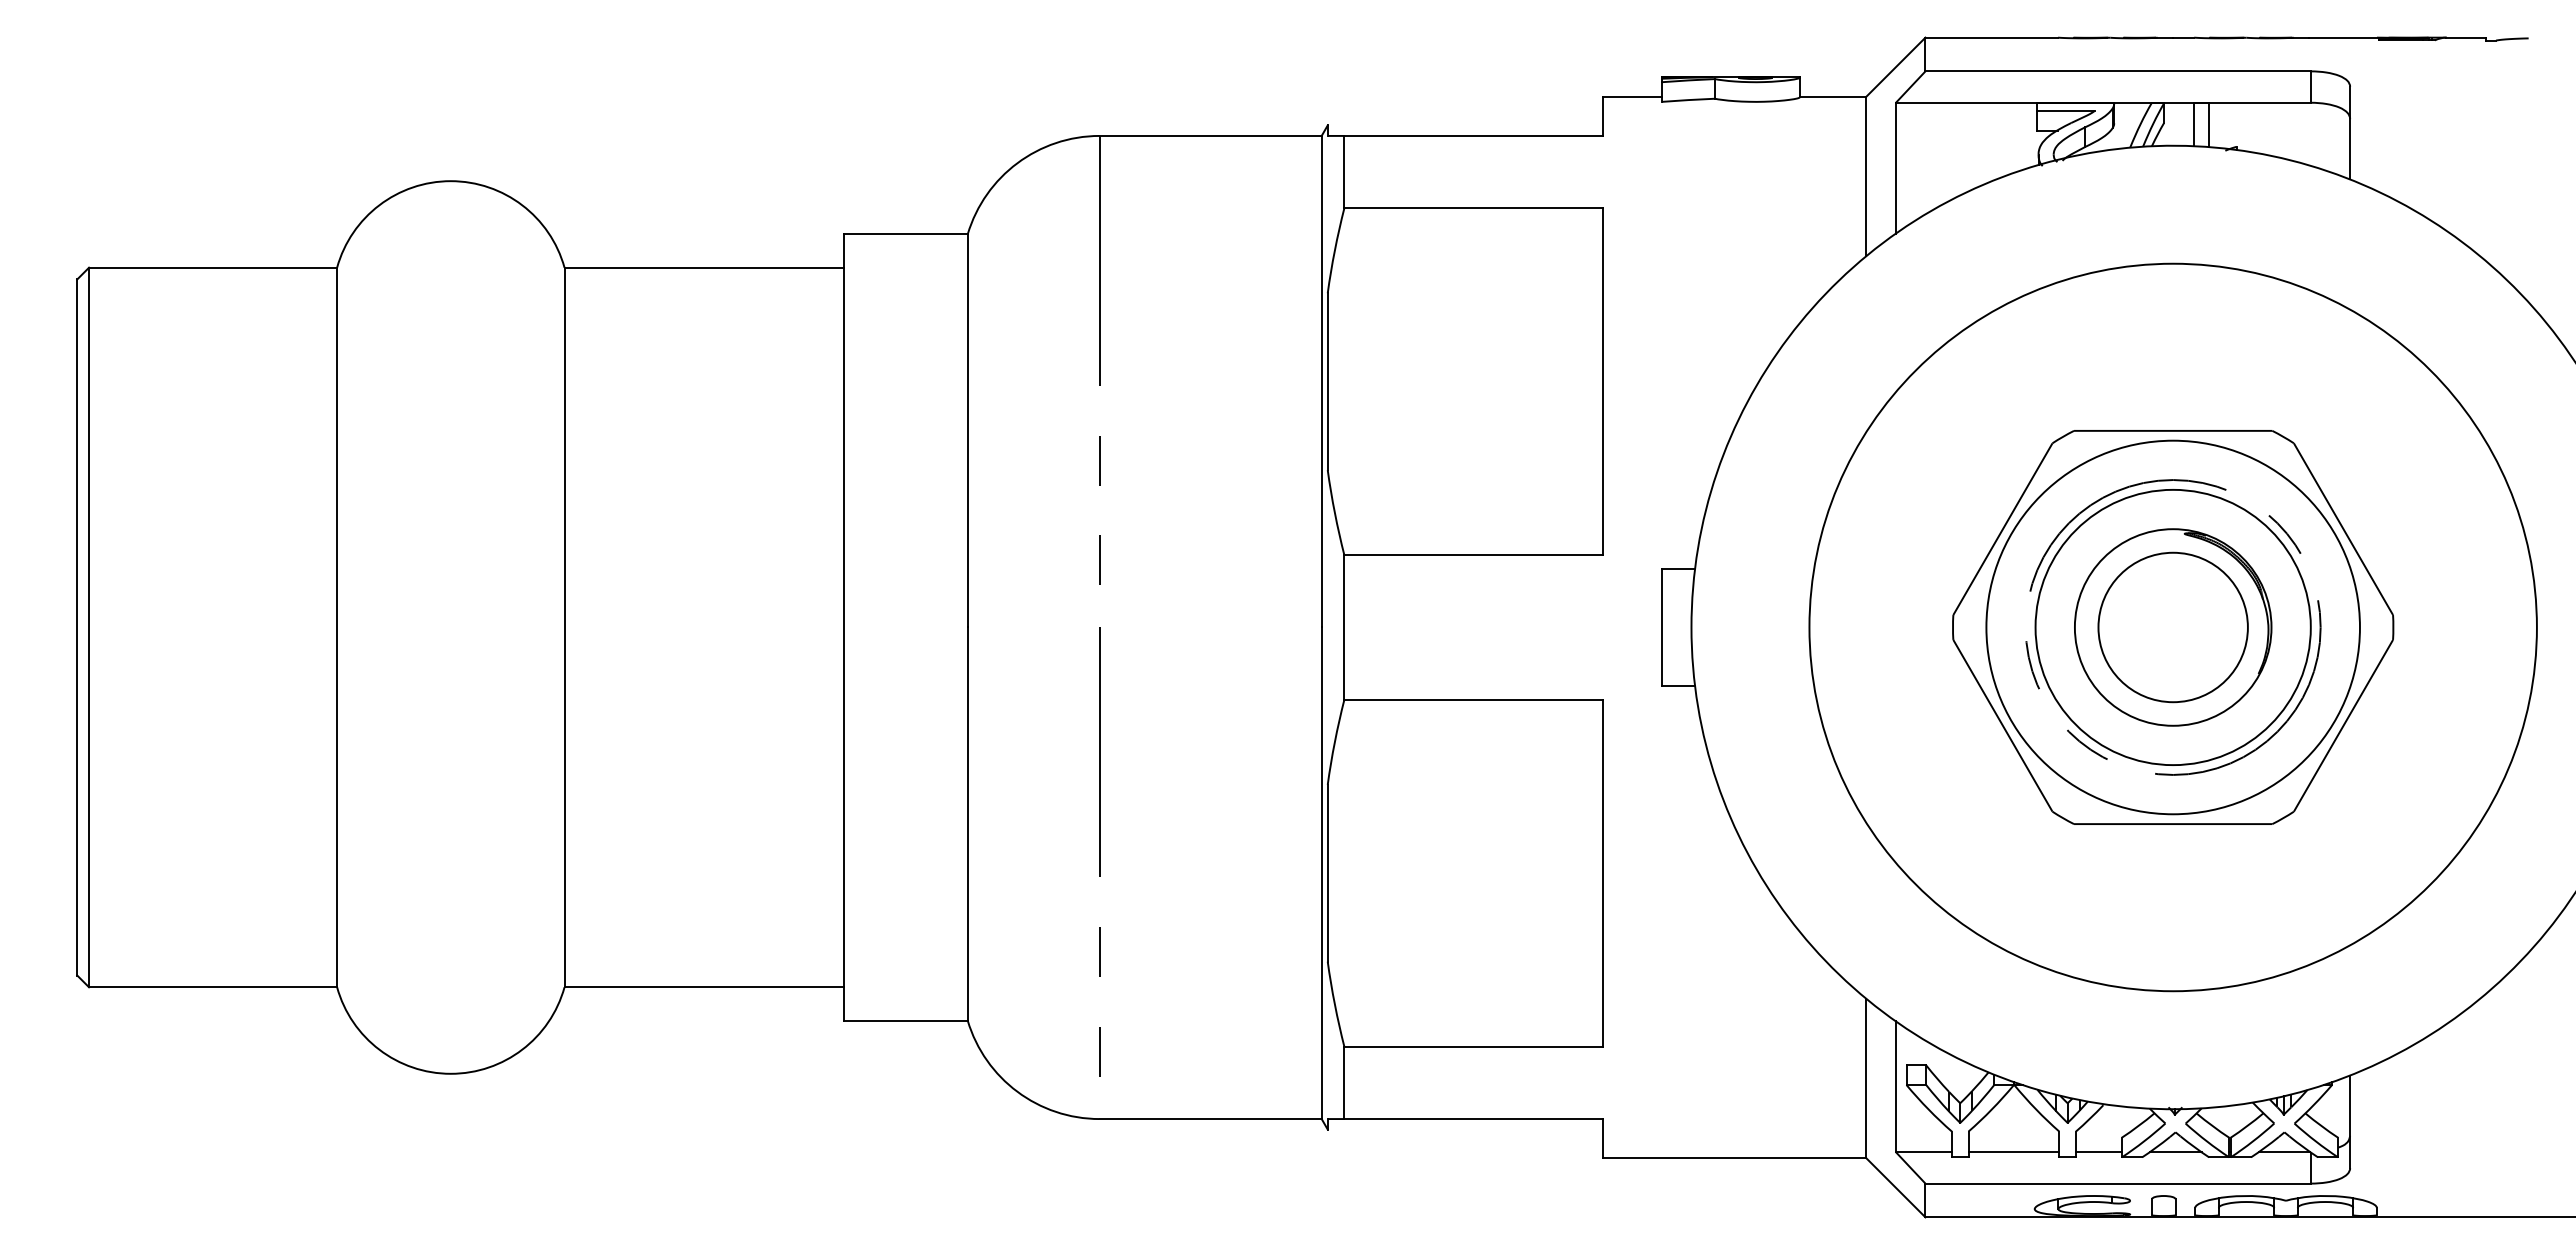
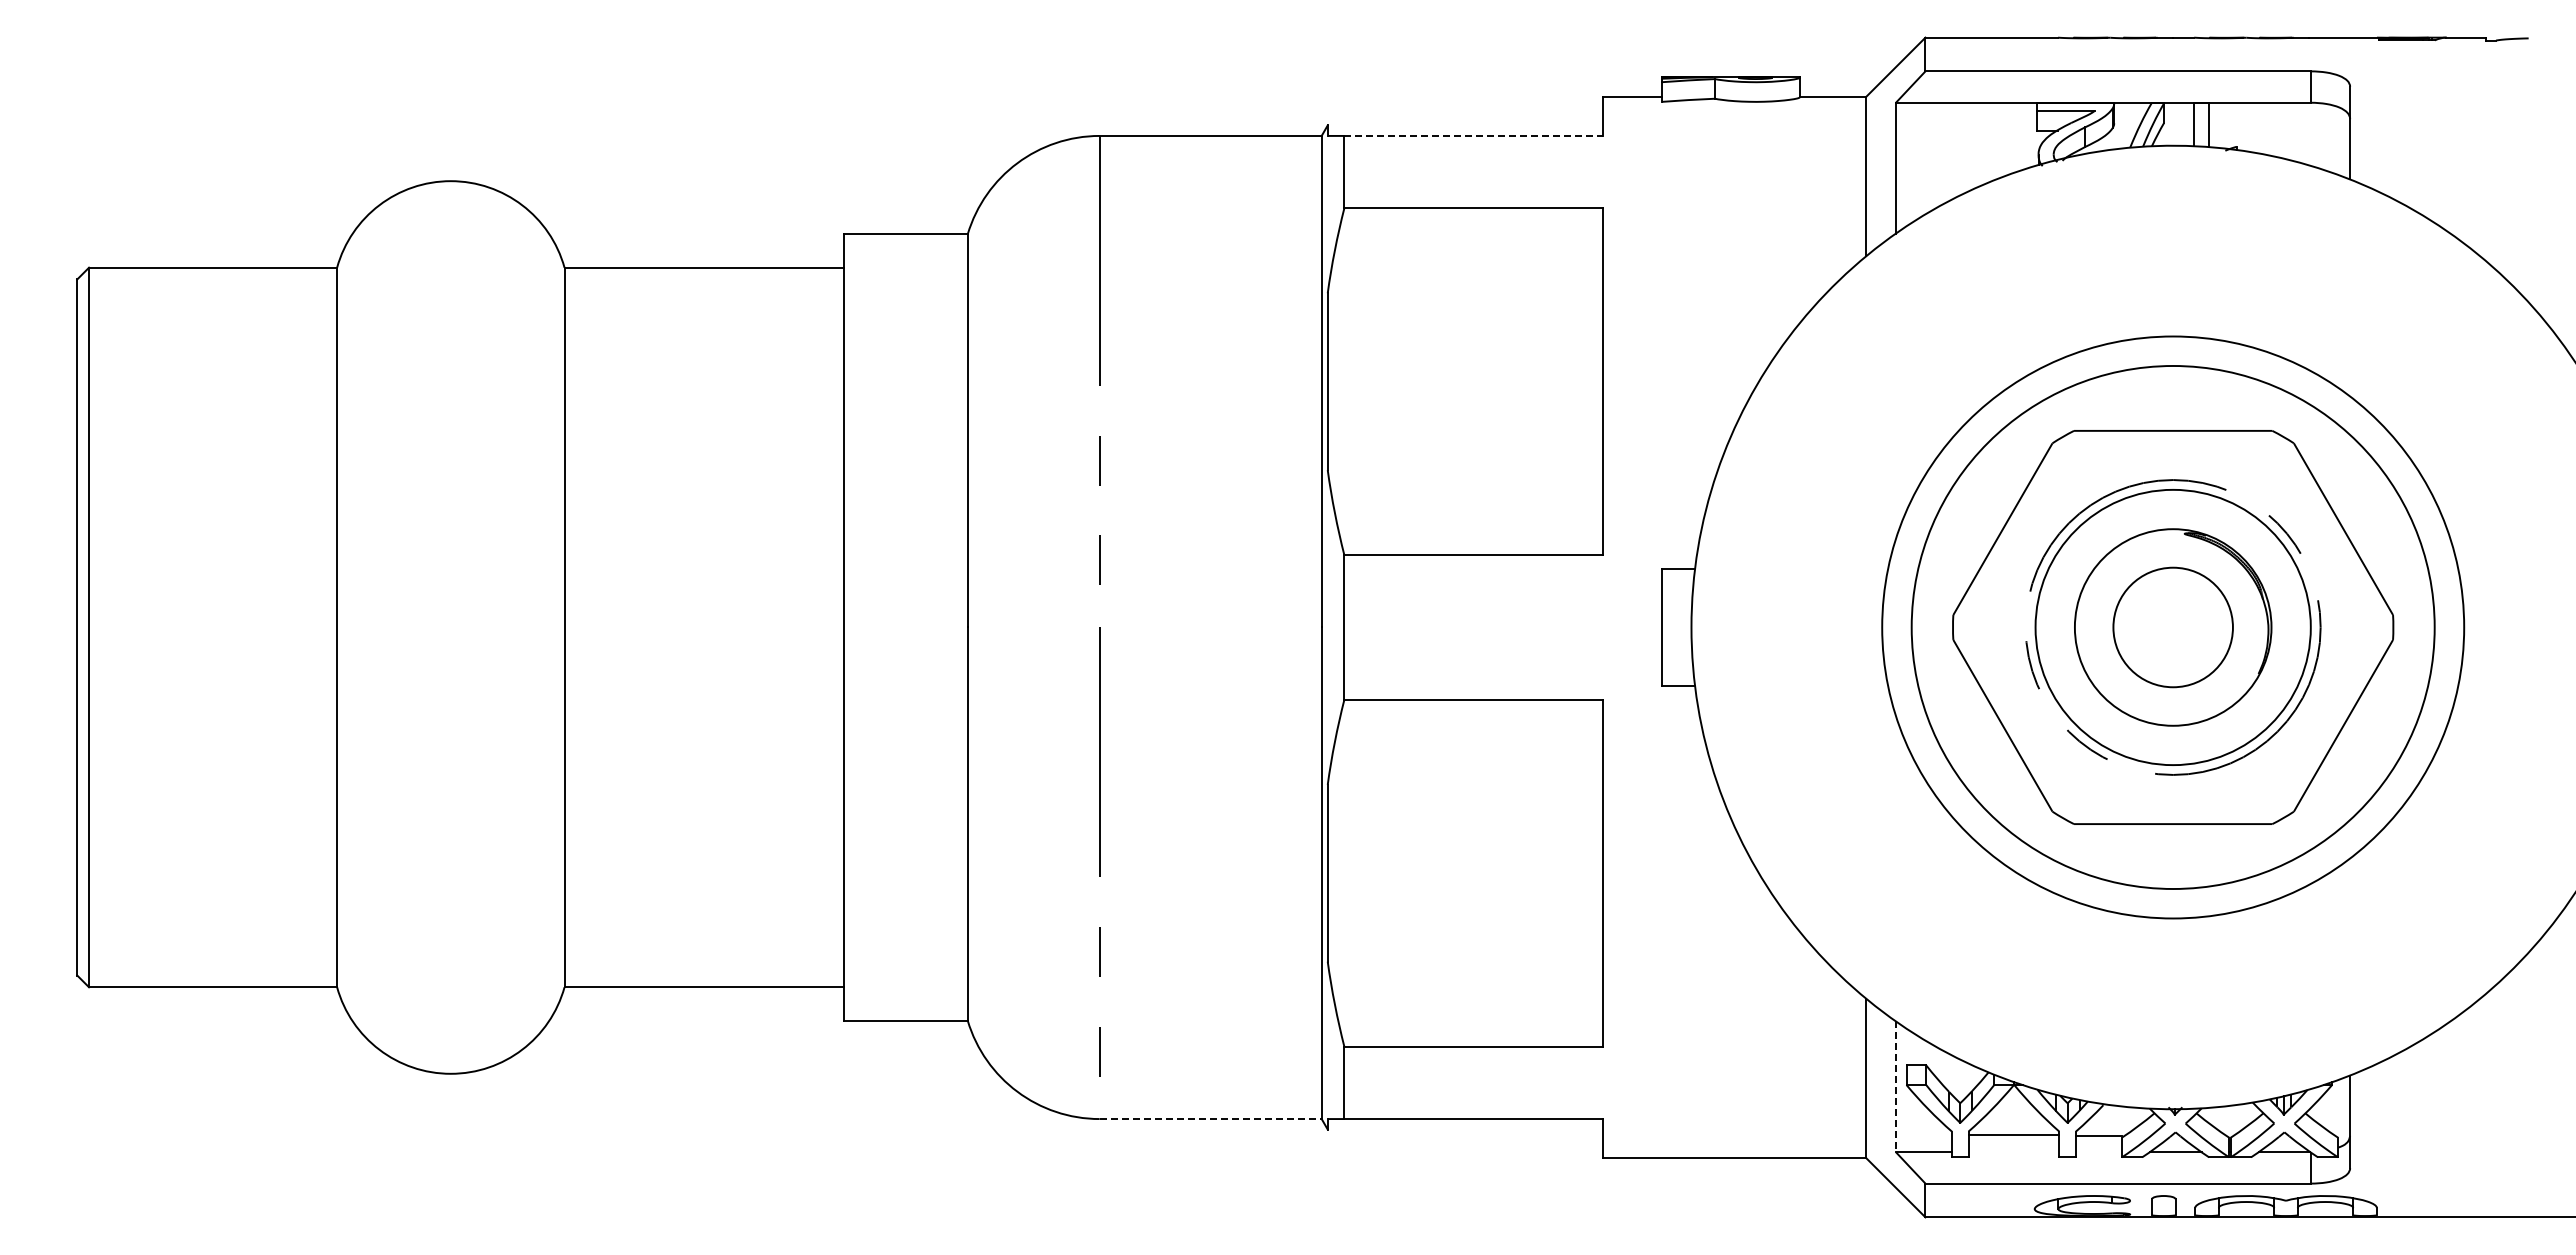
line at (1474, 135): solid -> dashed
circle at (2172, 627) diameter: 149 px -> 120 px
circle at (2172, 627) diameter: 374 px -> 523 px
circle at (2172, 627) diameter: 727 px -> 582 px
line at (1895, 1087): solid -> dashed
line at (1211, 1119): solid -> dashed
line at (2013, 1152) position: (2013, 1152) -> (2013, 1135)
line at (2098, 1152) position: (2098, 1152) -> (2098, 1136)
